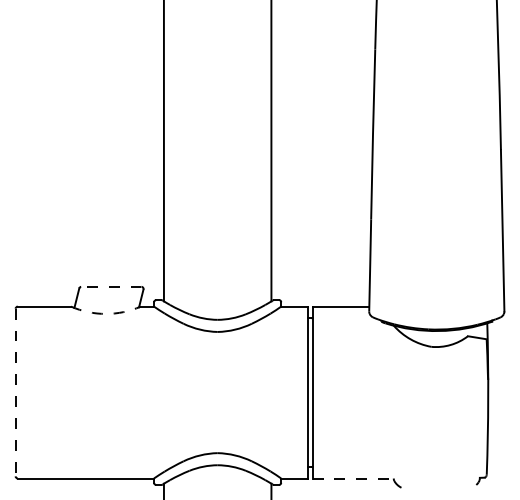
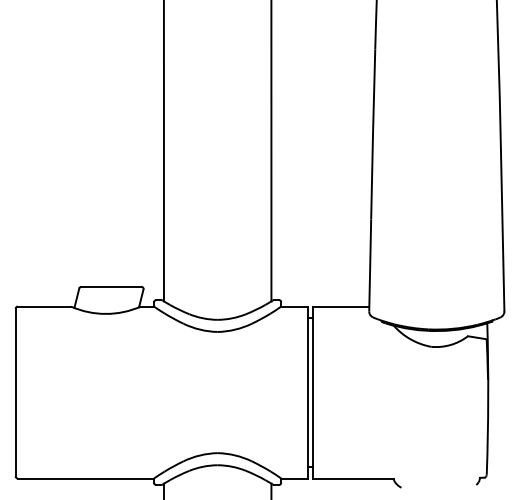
line at (110, 286): dashed -> solid
arc at (105, 313): dashed -> solid
line at (15, 392): dashed -> solid
line at (353, 478): dashed -> solid
